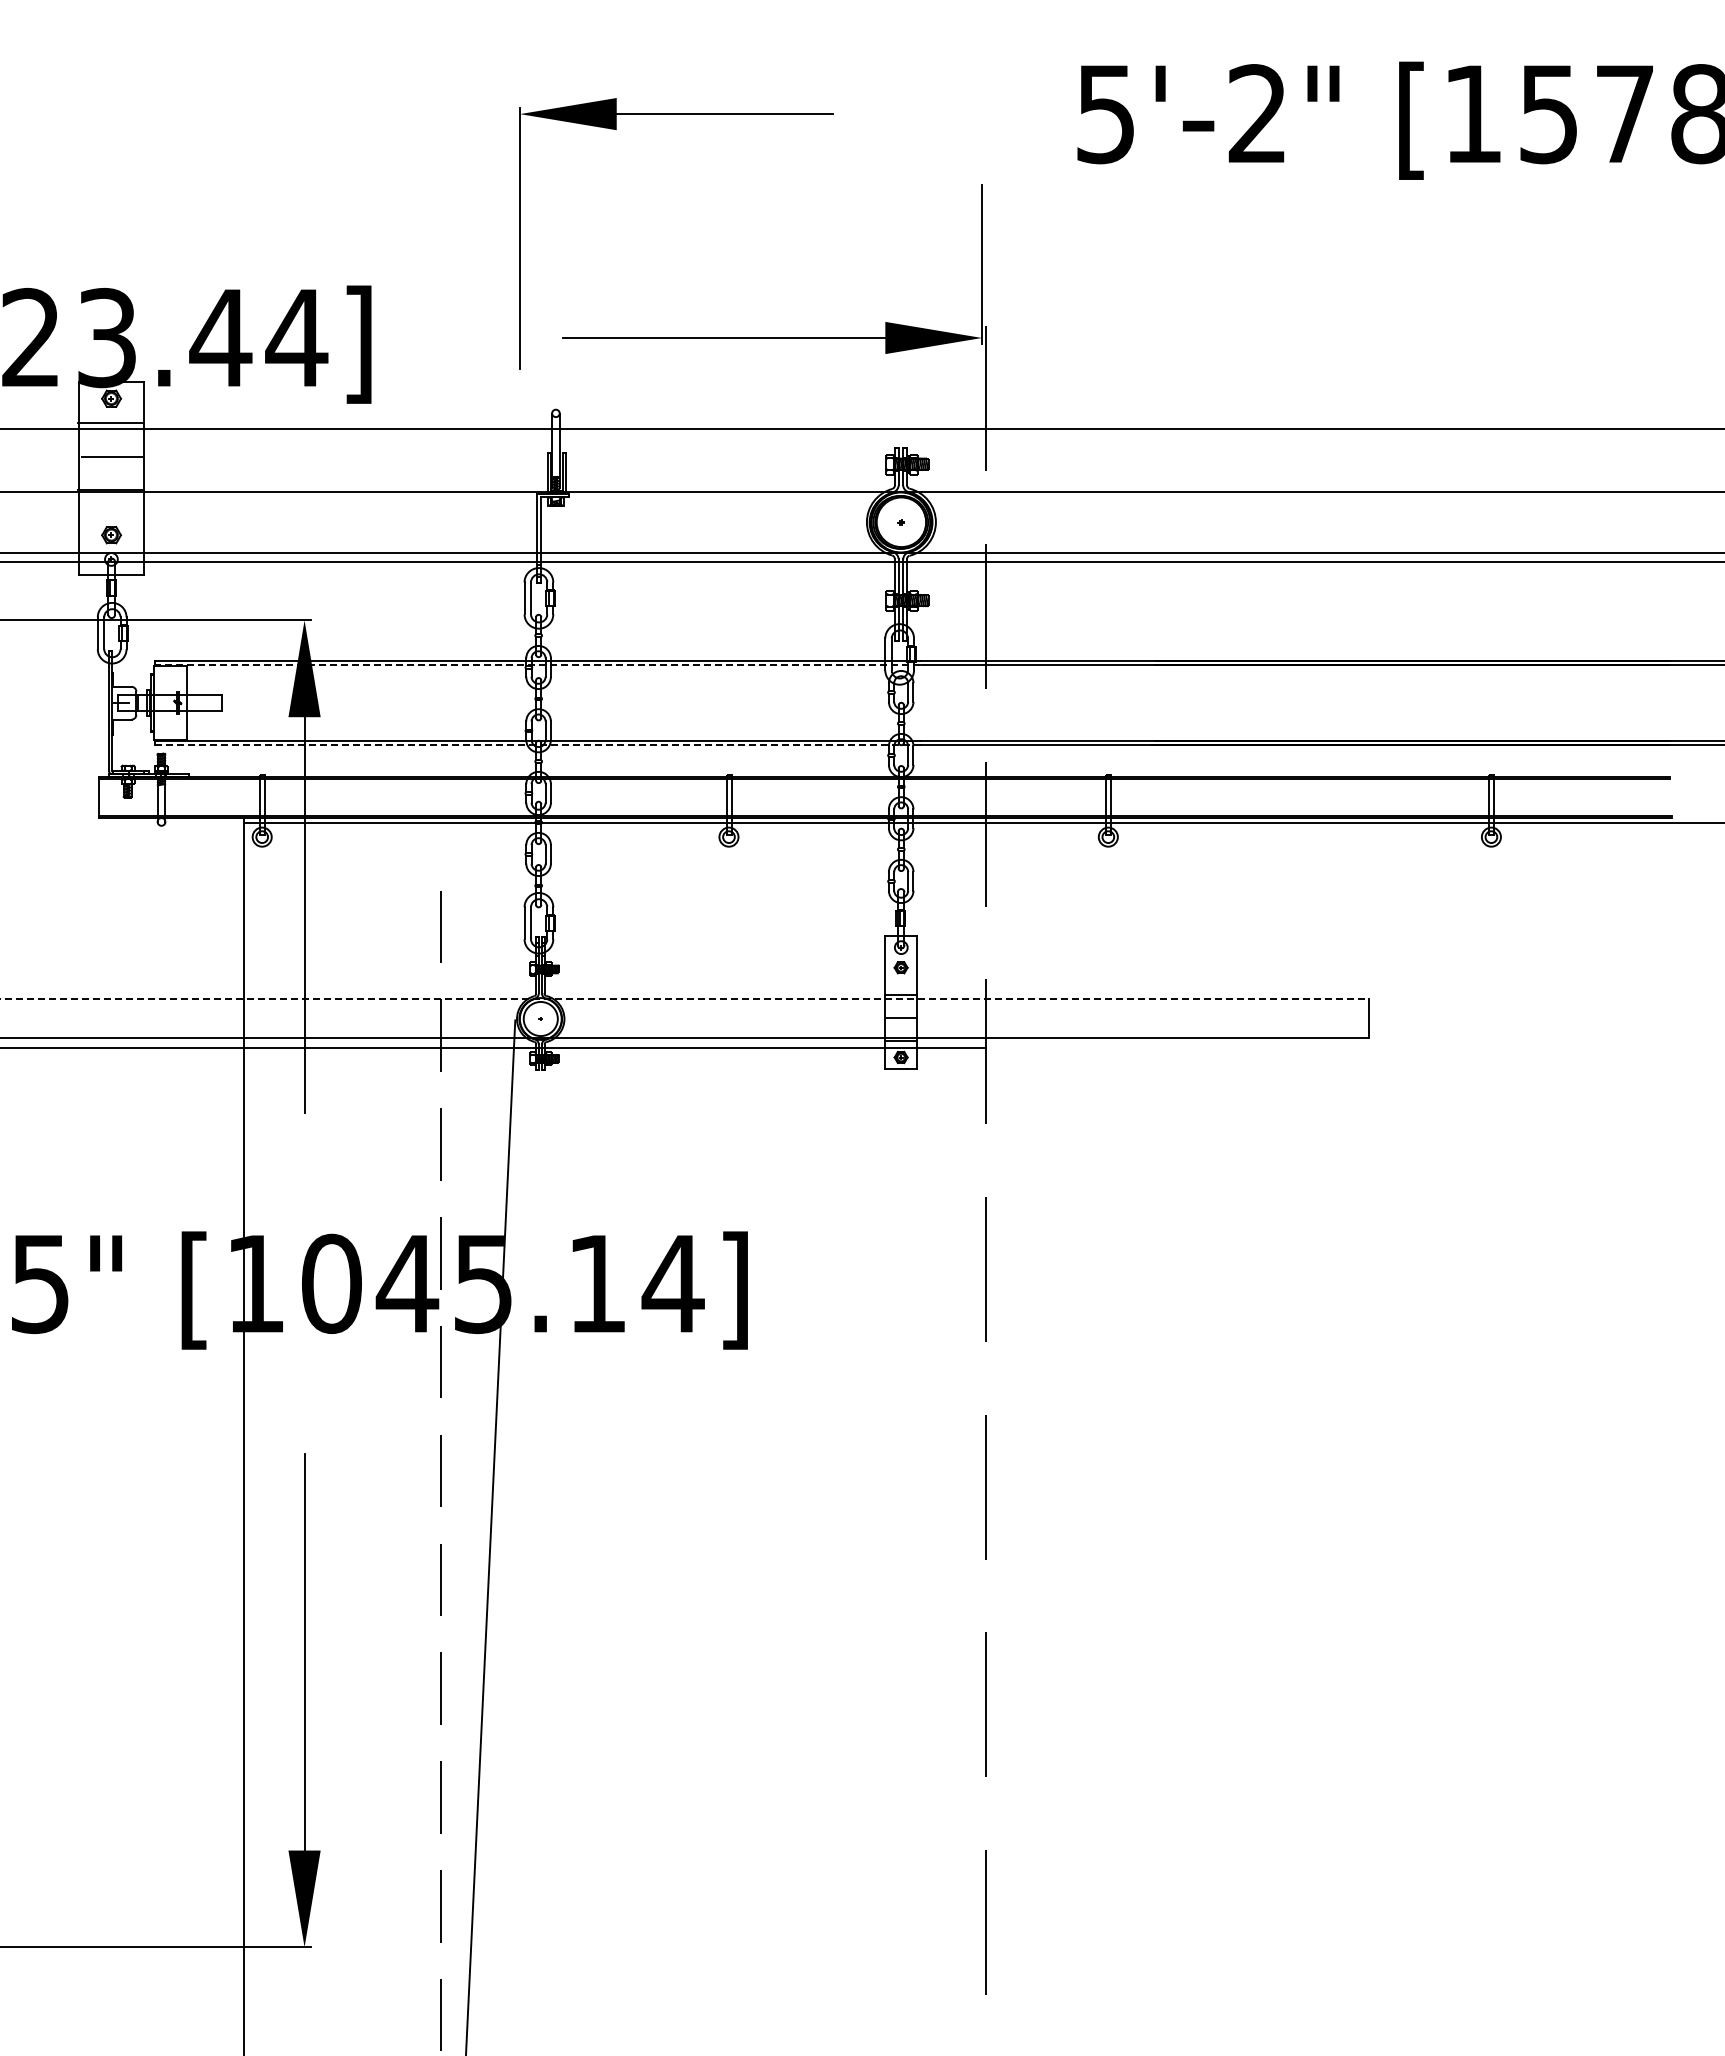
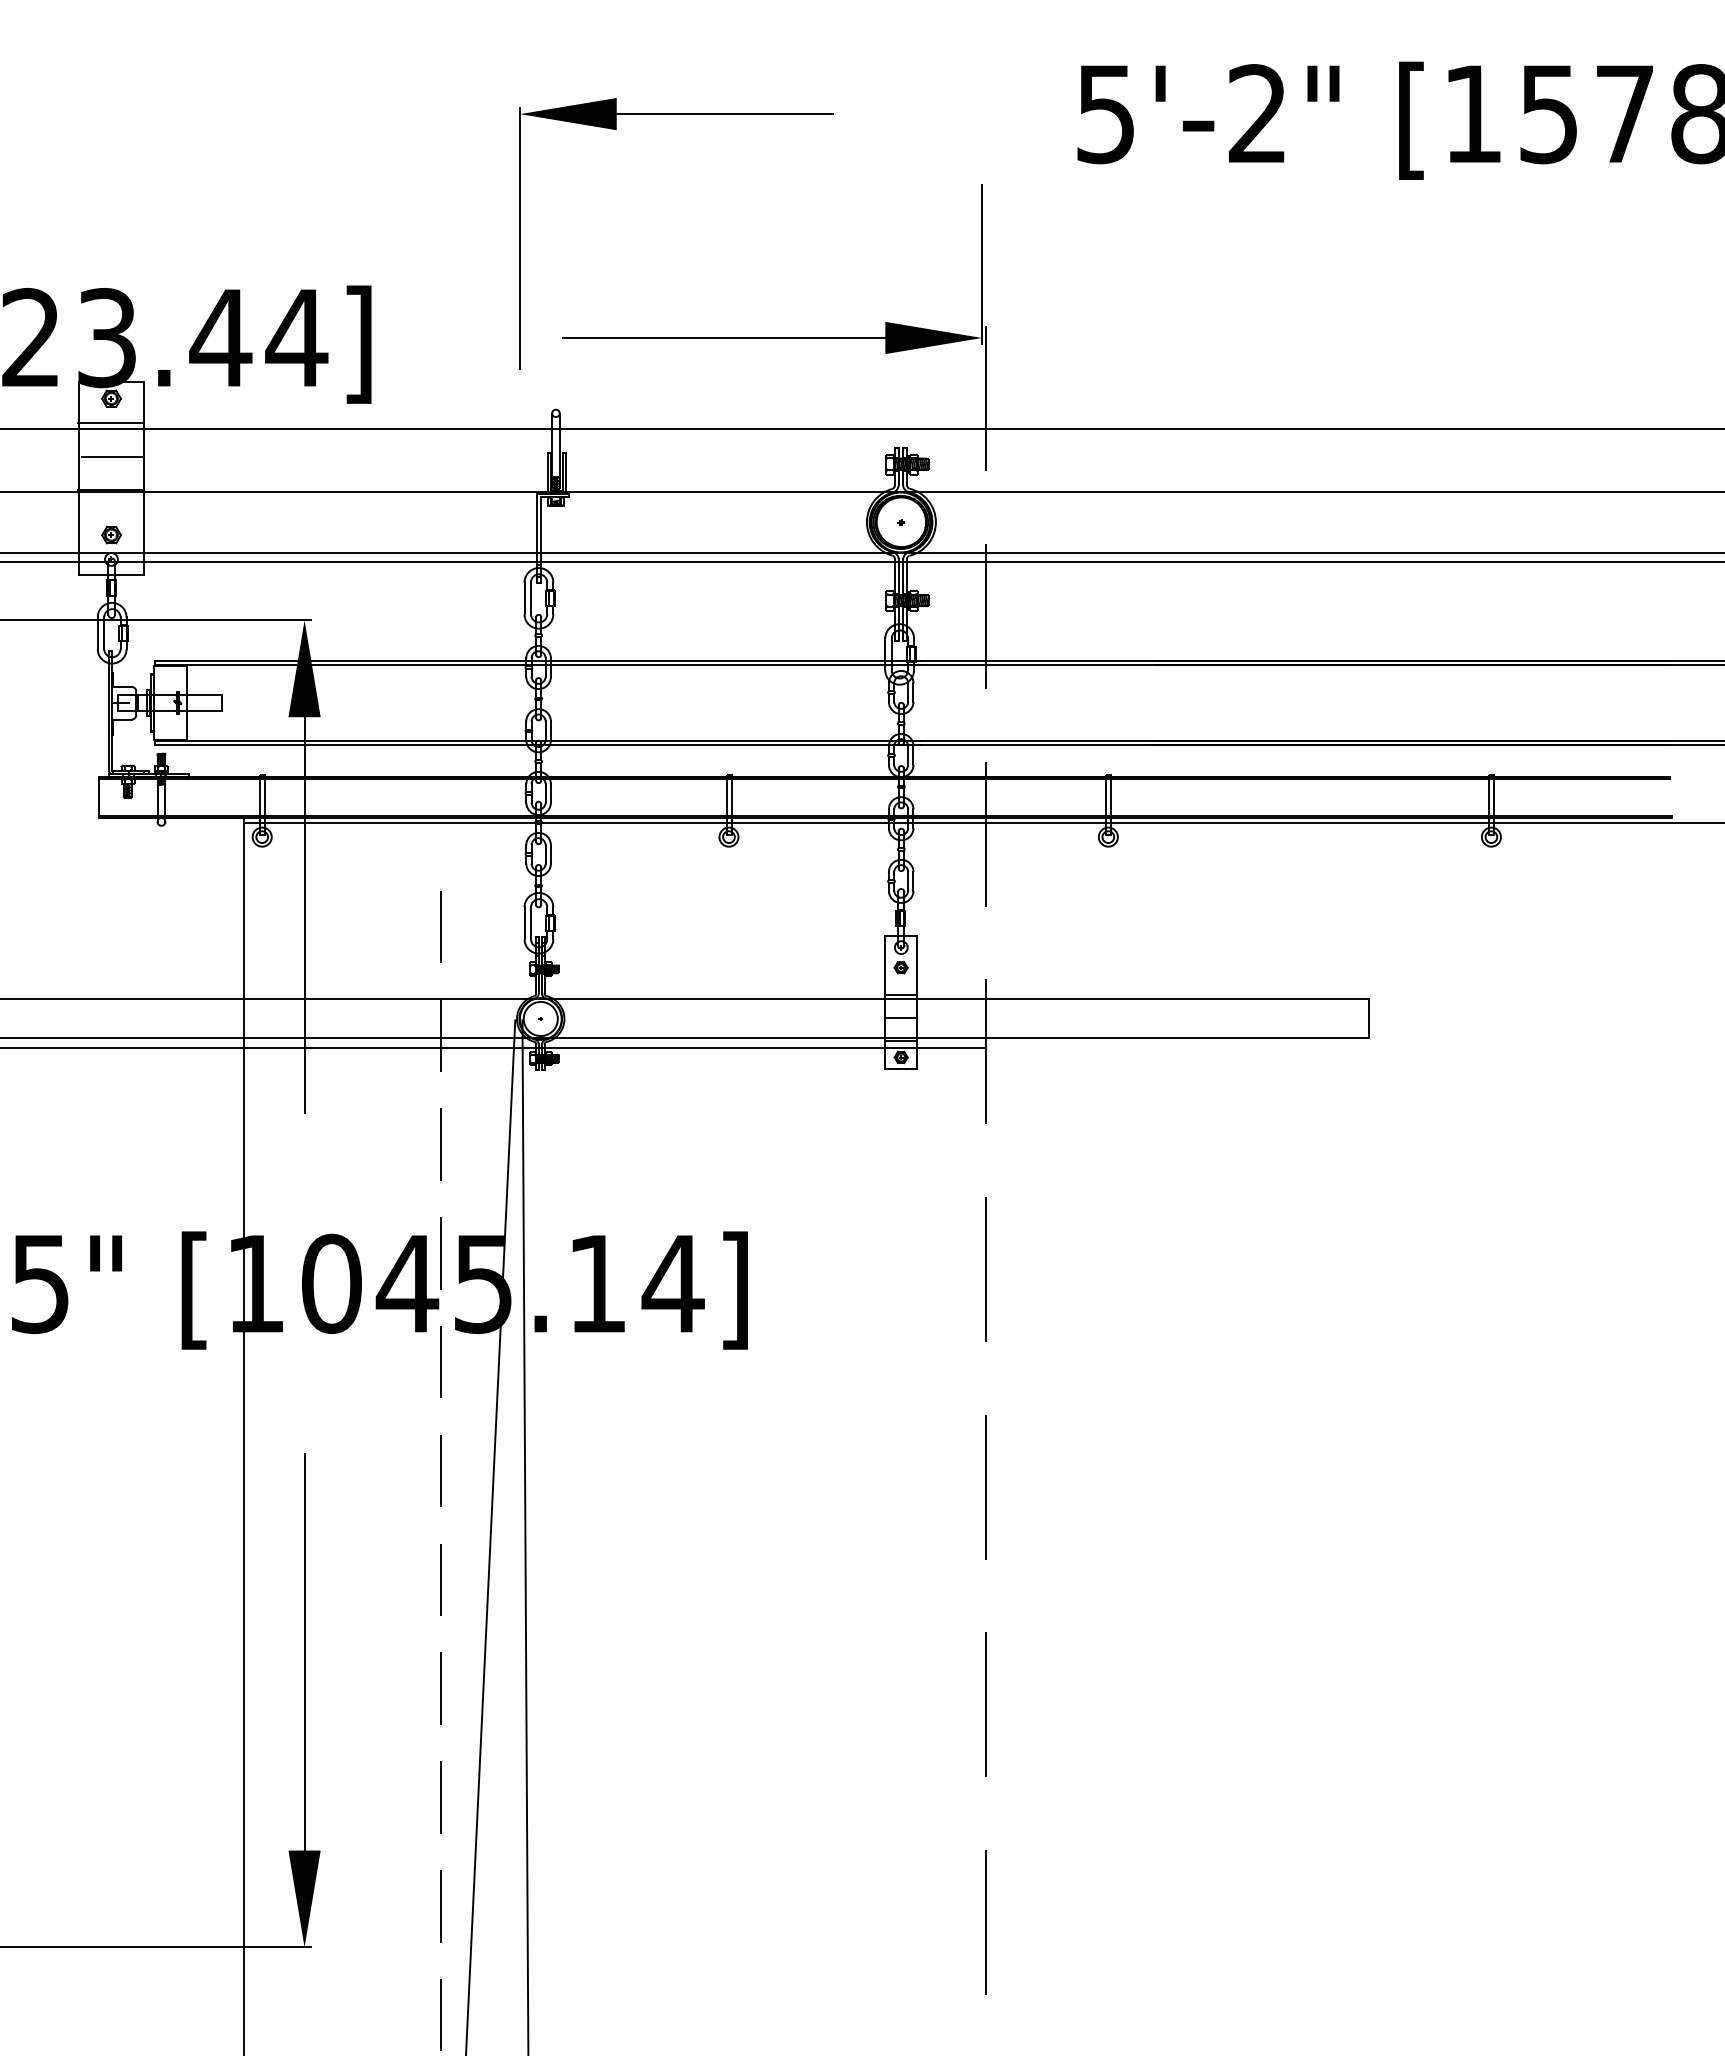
line at (536, 665): dashed -> solid
line at (537, 745): dashed -> solid
line at (684, 998): dashed -> solid
line at (525, 1536): none -> present
